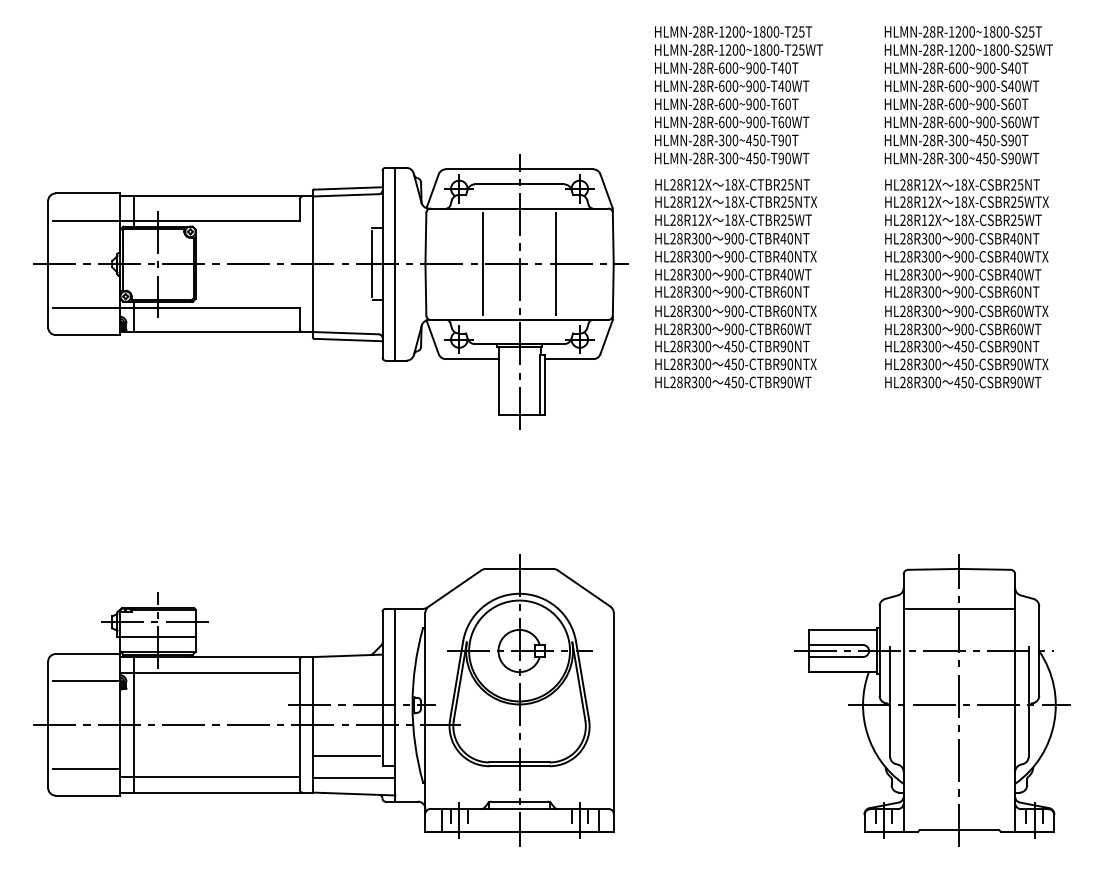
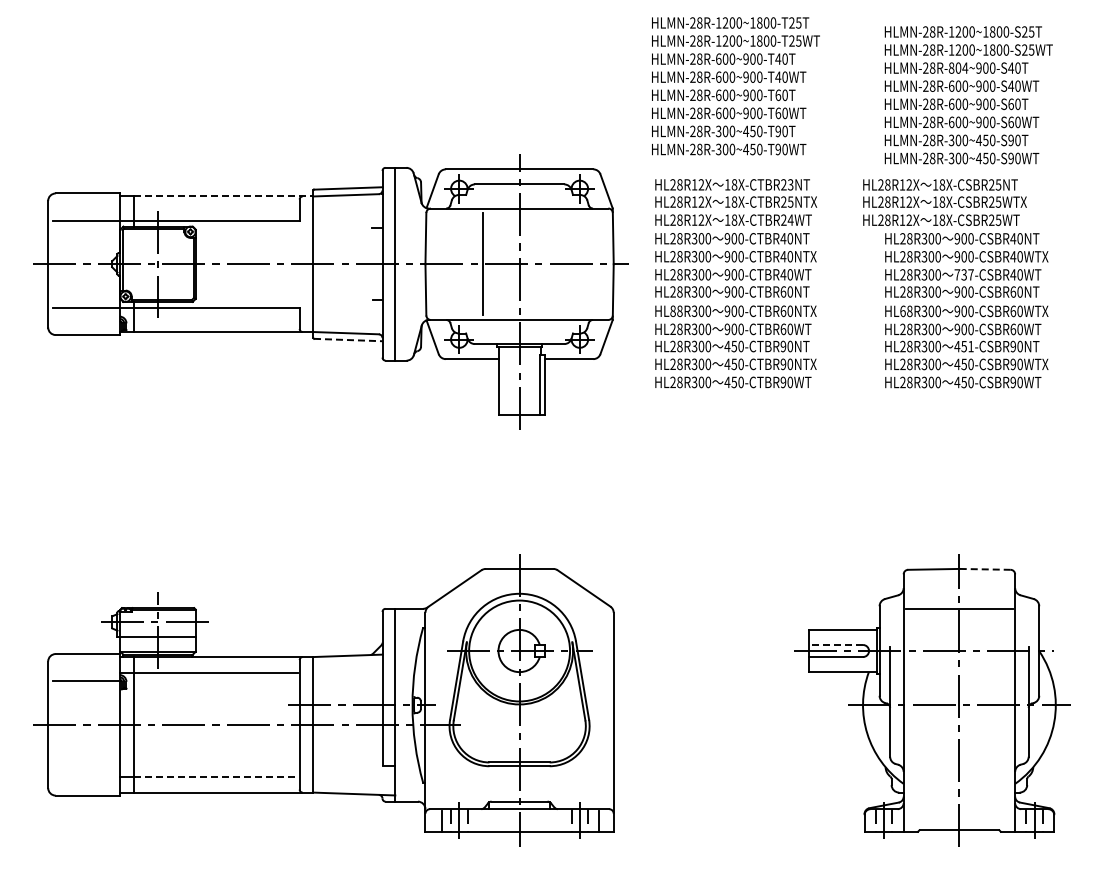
text at (958, 67): HLMN-28R-600~900-S40T -> HLMN-28R-804~900-S40T
text at (738, 95) position: (738, 95) -> (735, 86)
text at (790, 184): 18X-CTBR25NT -> 18X-CTBR23NT
line at (223, 196): solid -> dashed
text at (966, 202) position: (966, 202) -> (944, 202)
text at (790, 219): 18X-CTBR25WT -> 18X-CTBR24WT
line at (371, 264): present -> none
line at (555, 264): present -> none
text at (963, 274): 900-CSBR40WT -> 737-CSBR40WT
text at (672, 311): HL28R300 -> HL88R300
text at (902, 311): HL28R300 -> HL68R300
line at (348, 340): solid -> dashed
text at (970, 346): 450-CSBR90NT -> 451-CSBR90NT
line at (985, 569): solid -> dashed
line at (835, 645): solid -> dashed
line at (346, 755): present -> none
line at (86, 768): present -> none
line at (216, 776): solid -> dashed
line at (354, 778): present -> none
